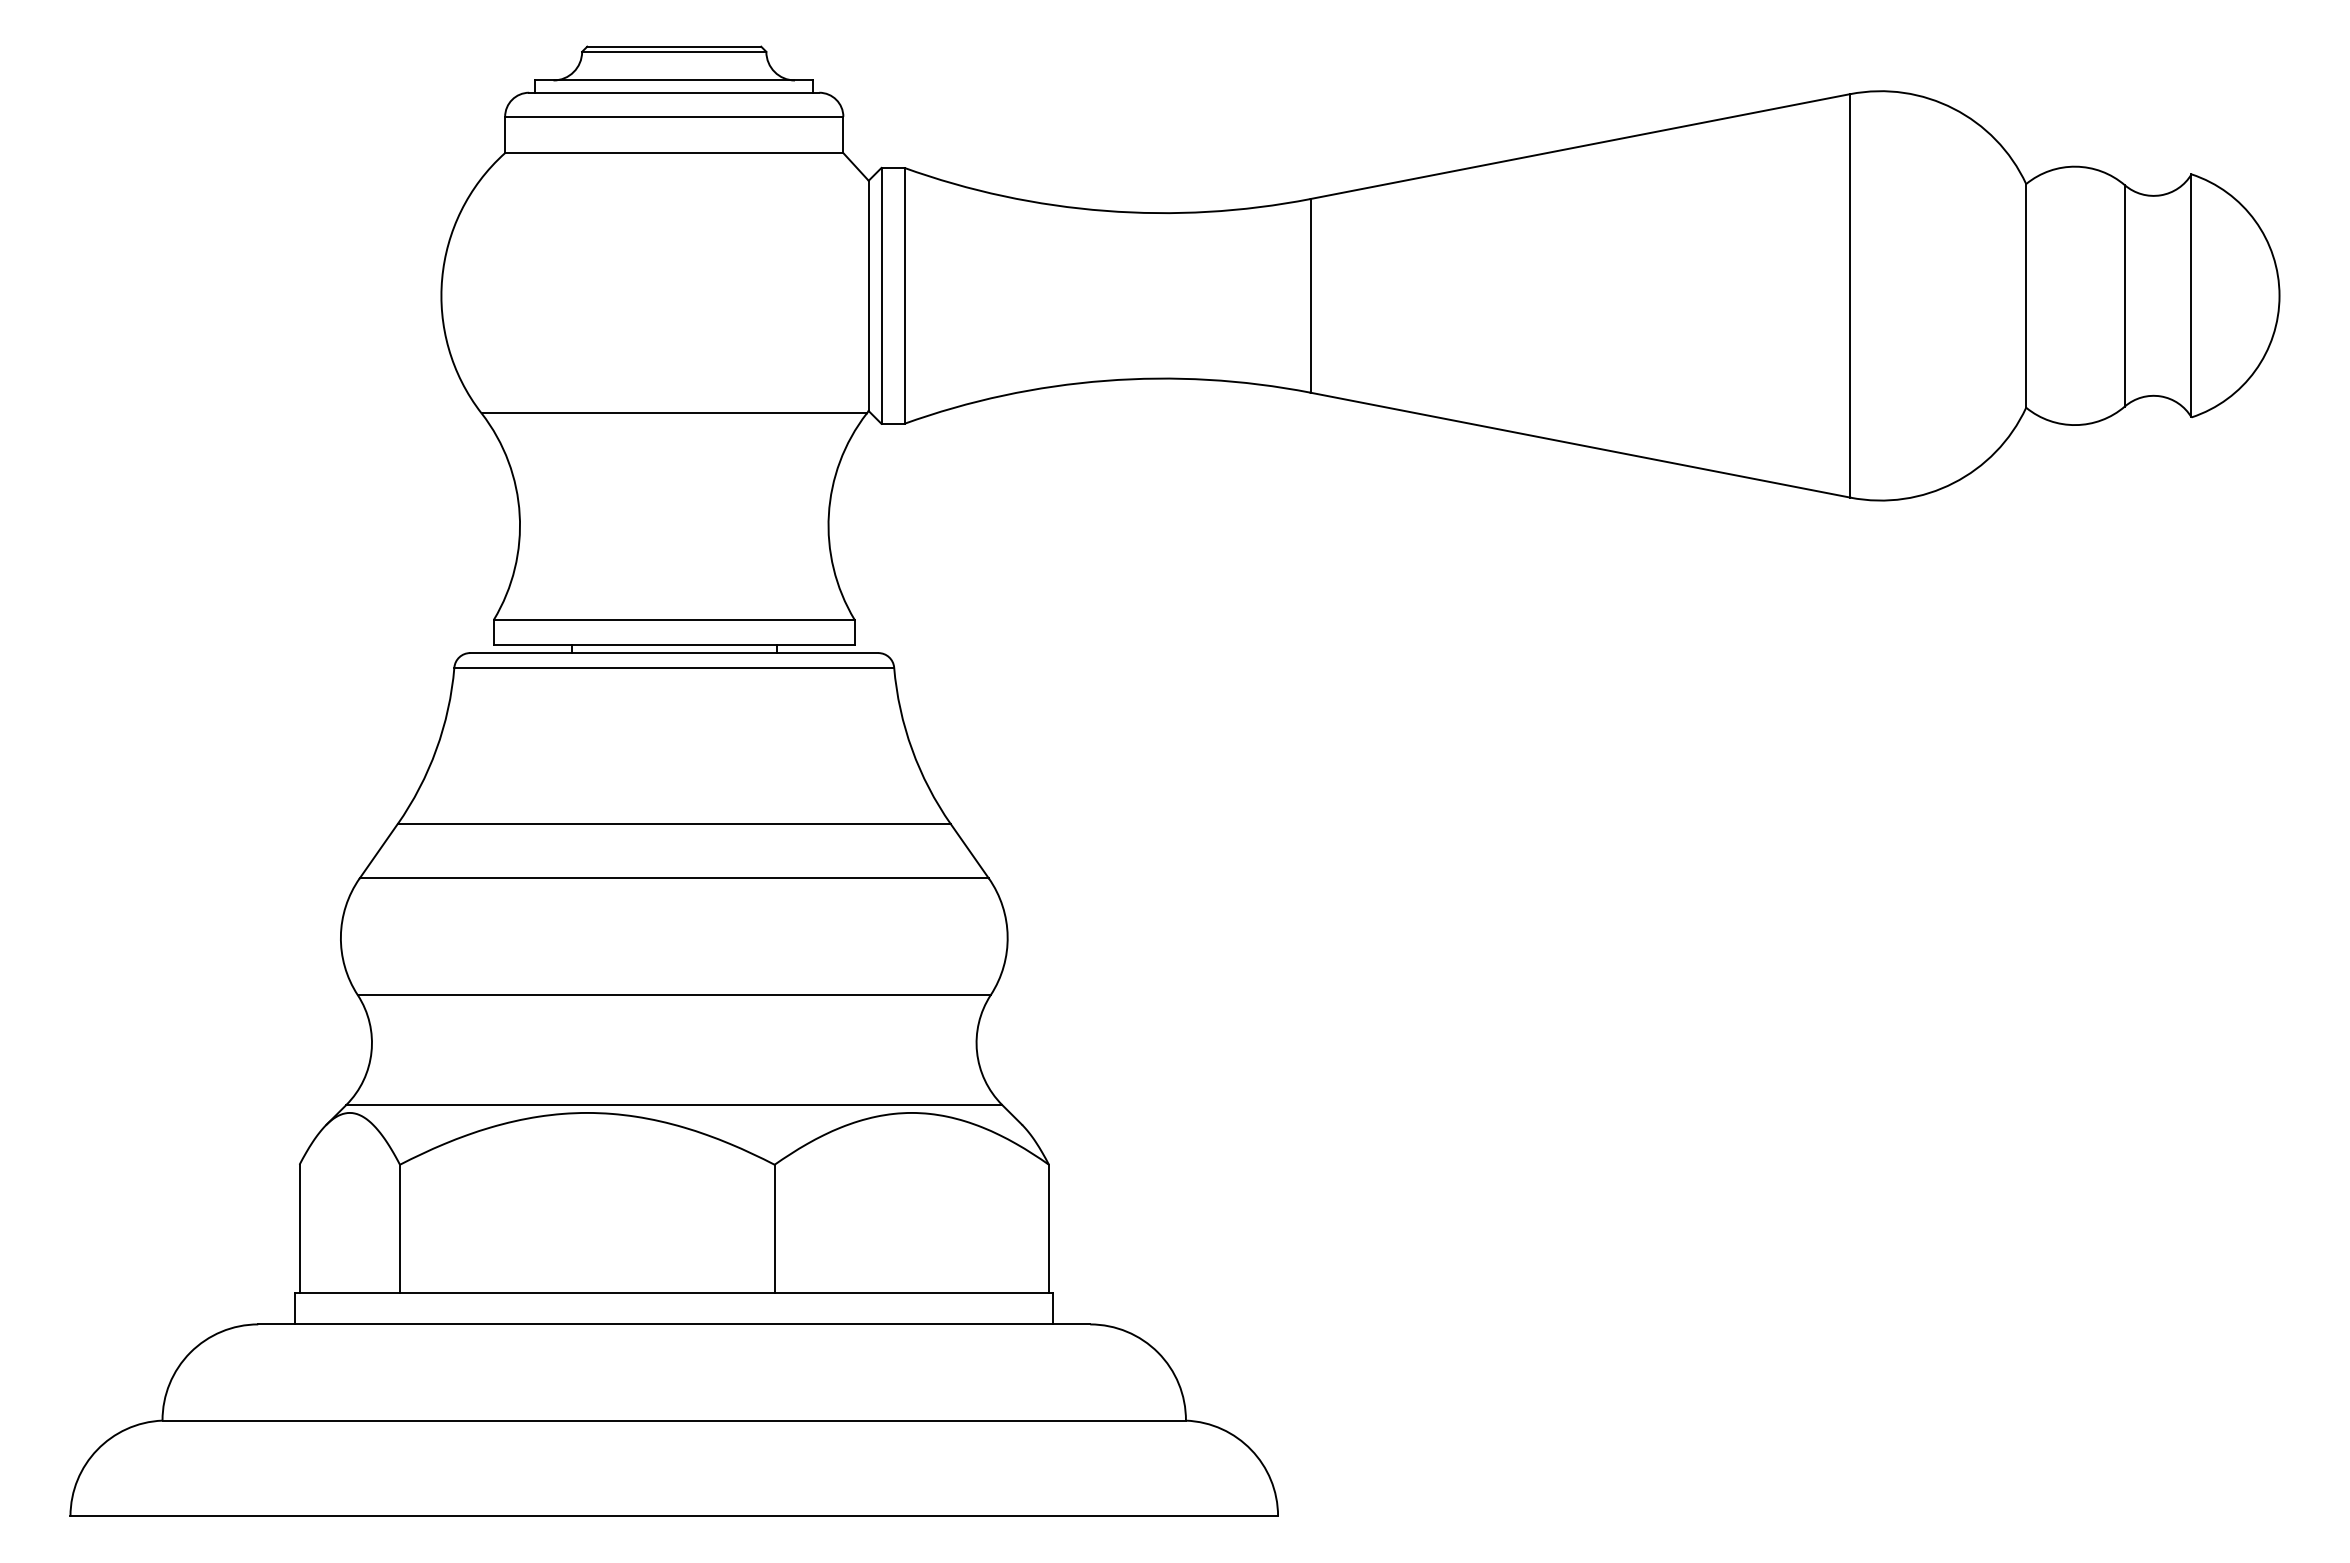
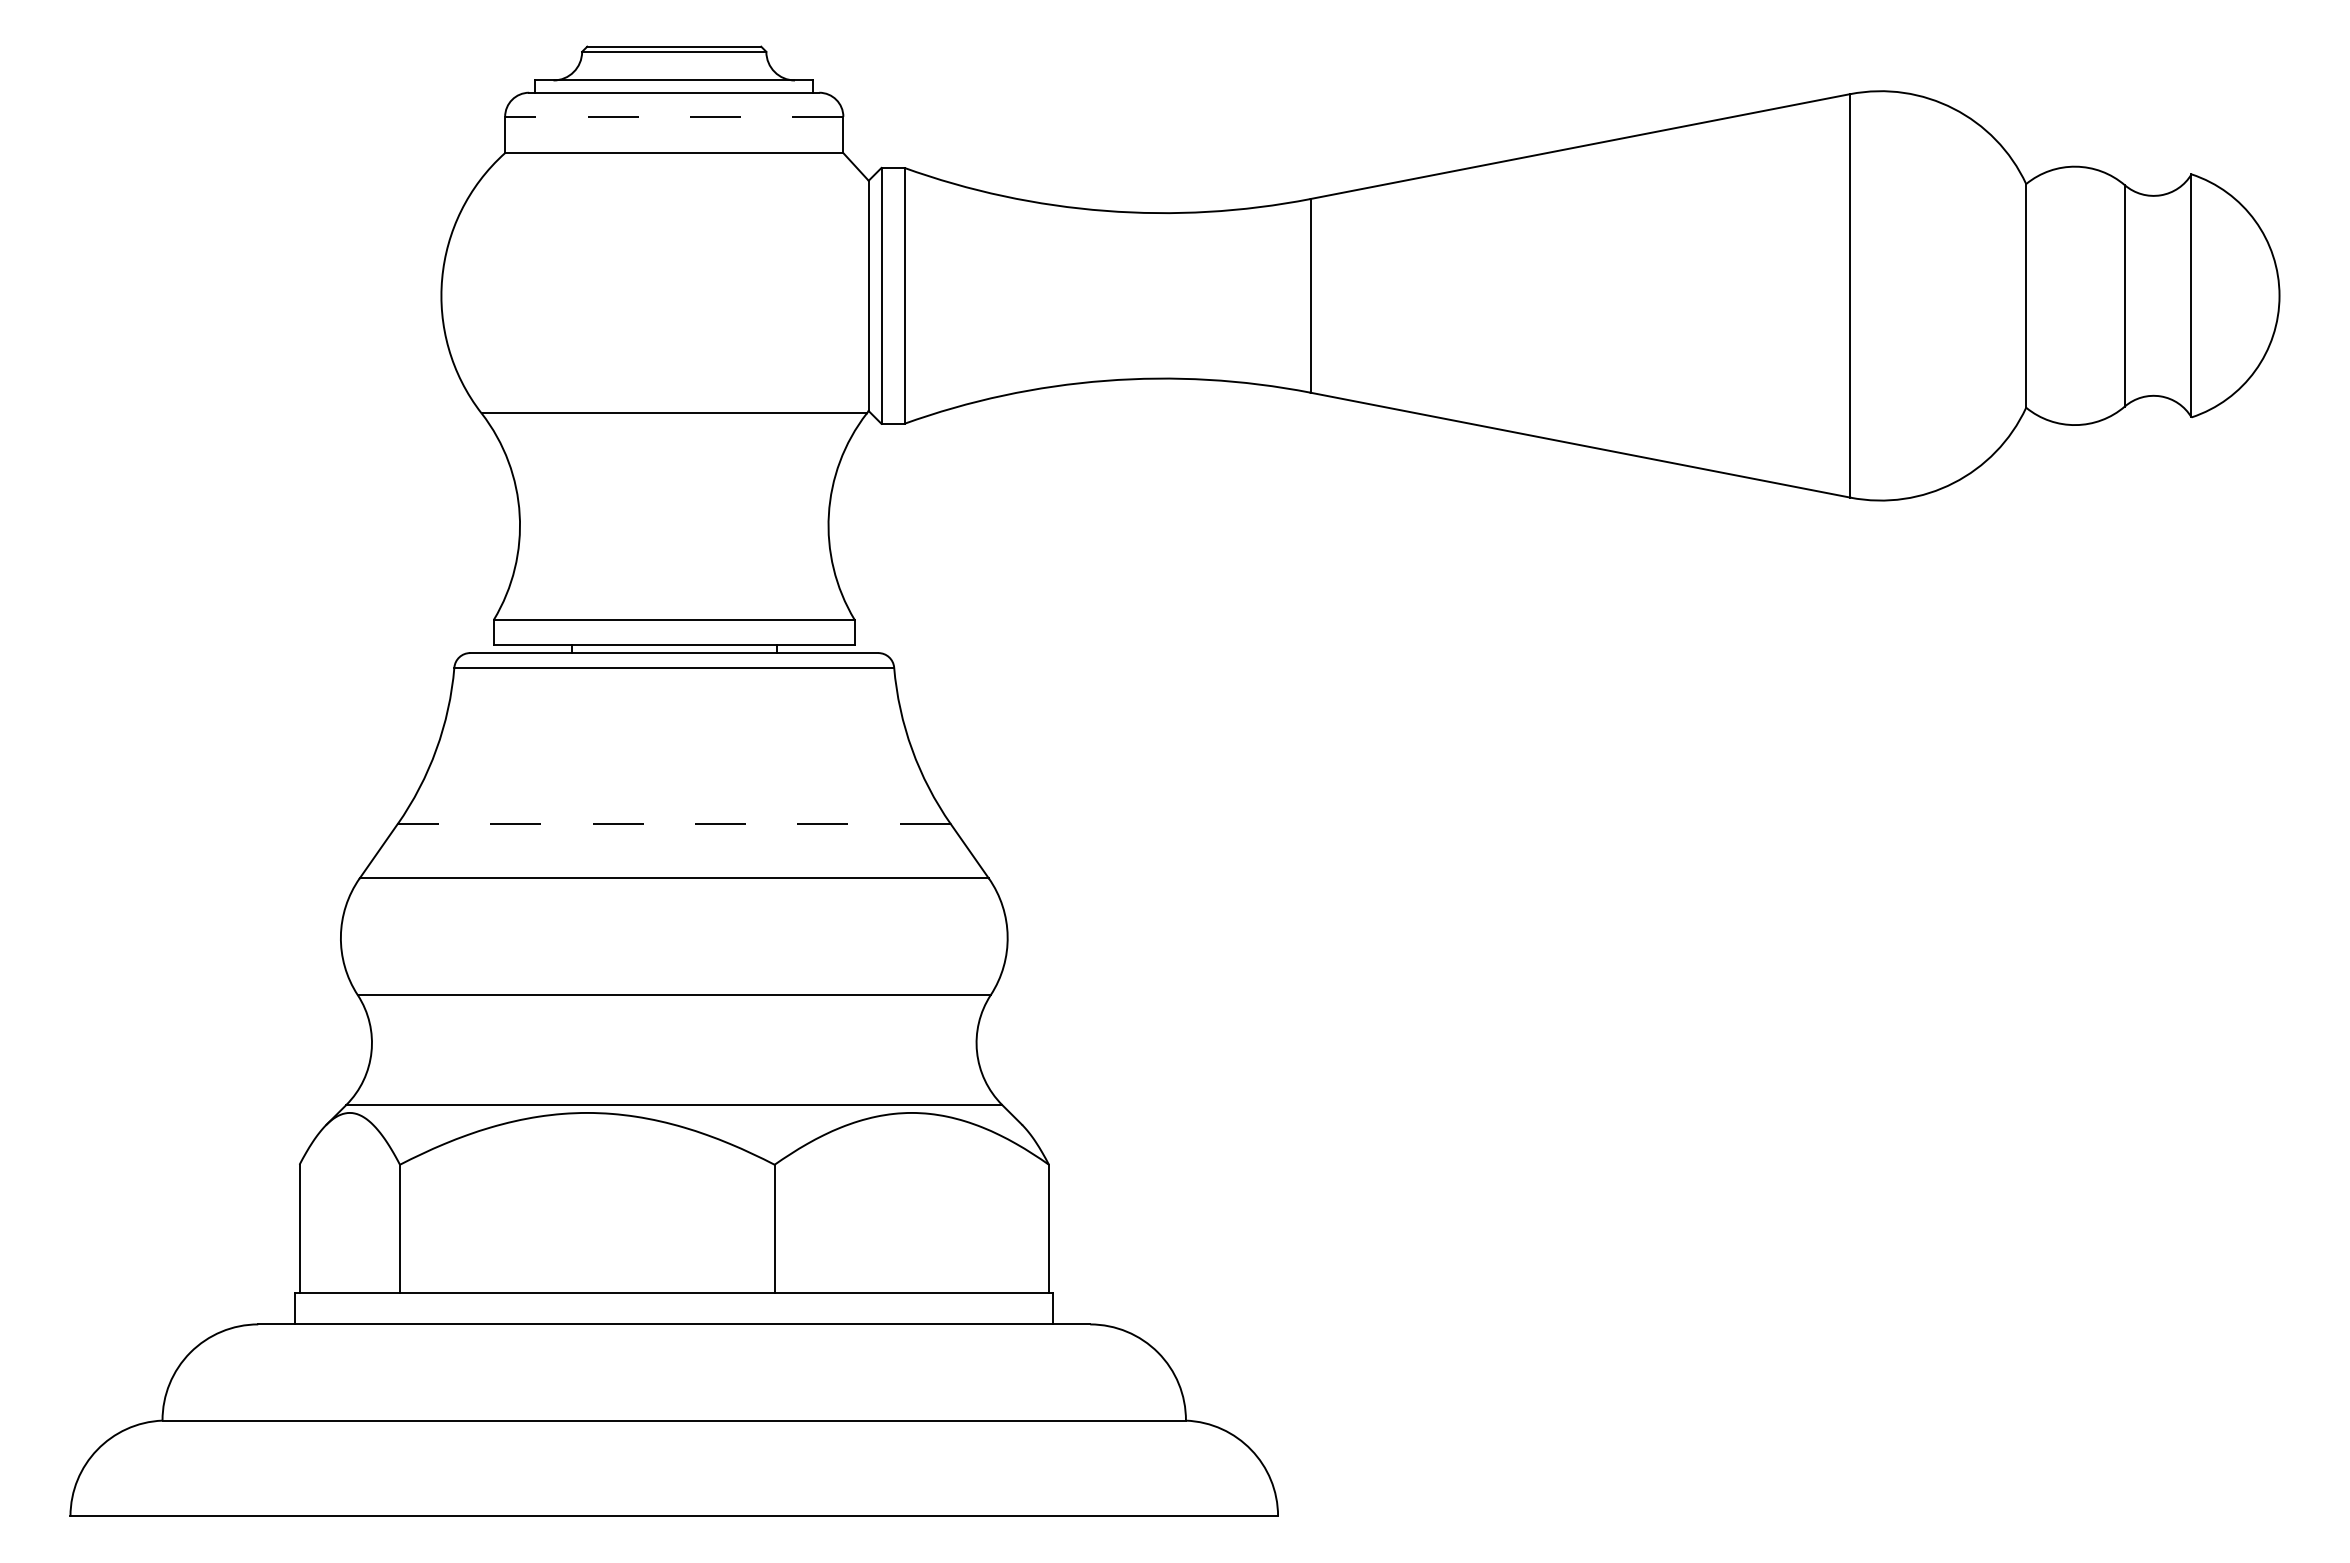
line at (673, 116): solid -> dashed
line at (674, 824): solid -> dashed
